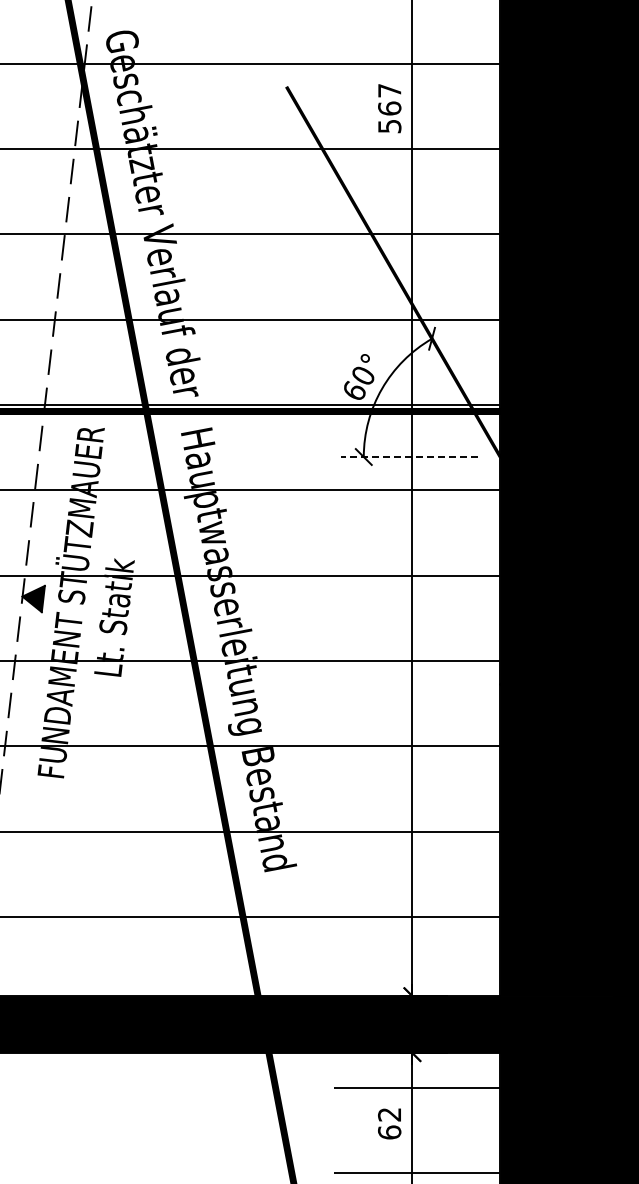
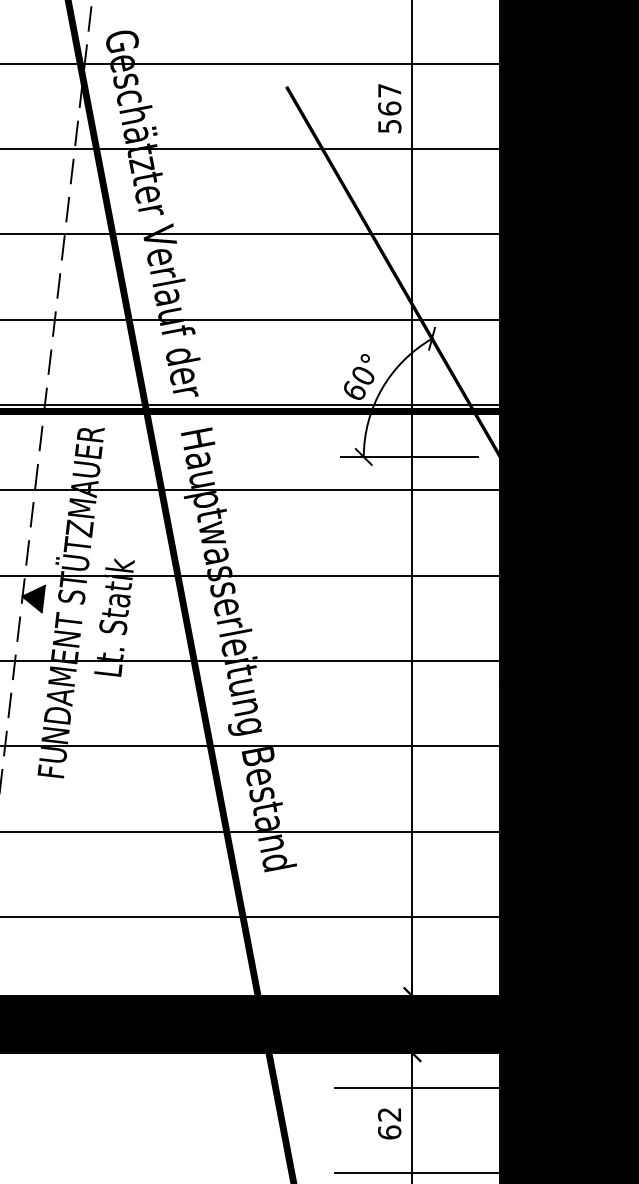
line at (408, 457): dashed -> solid
